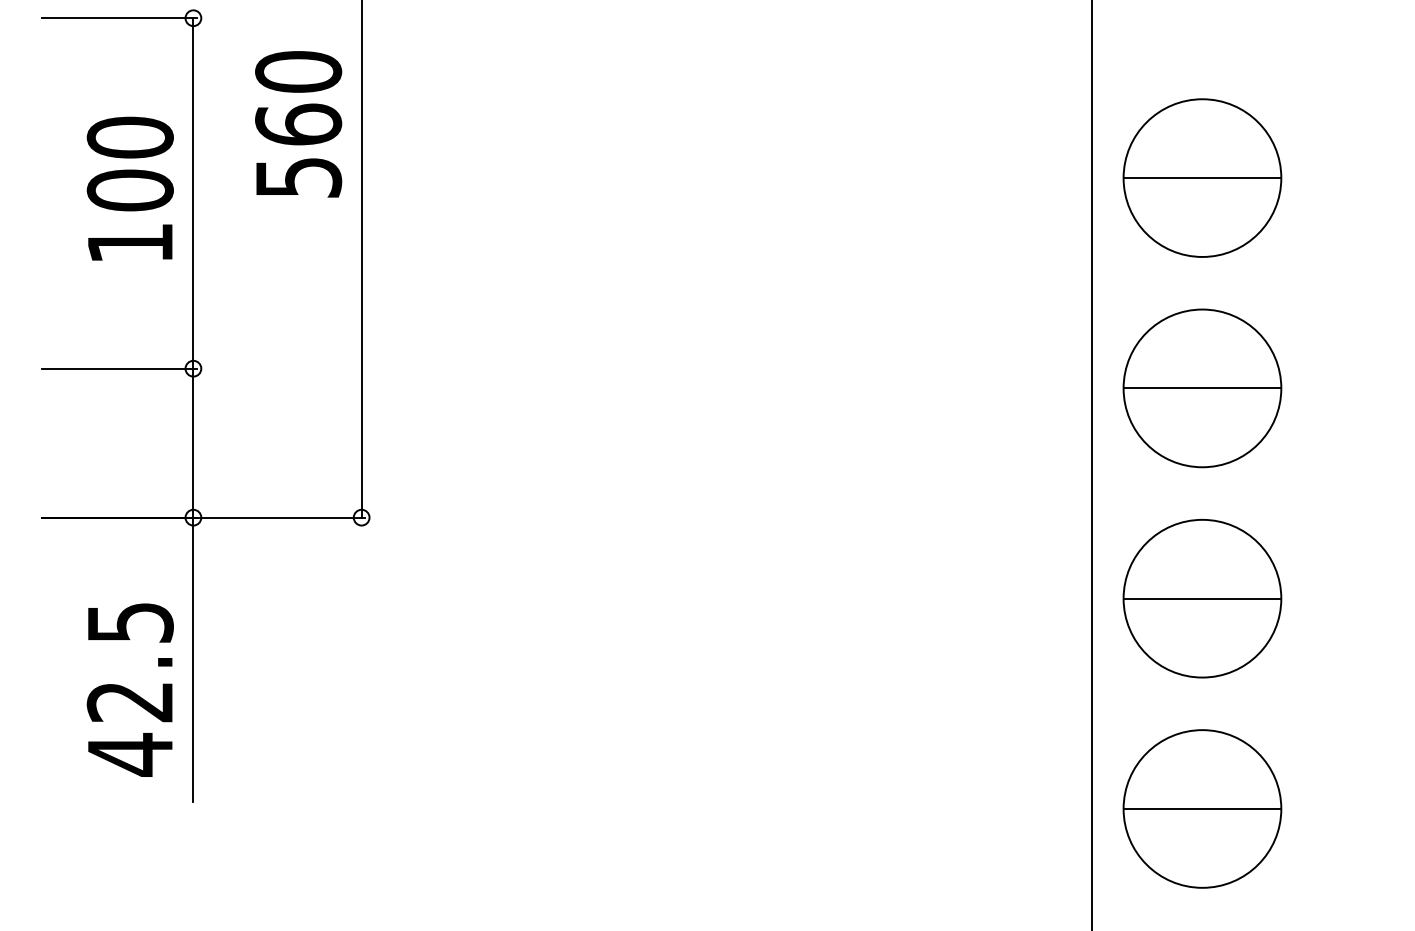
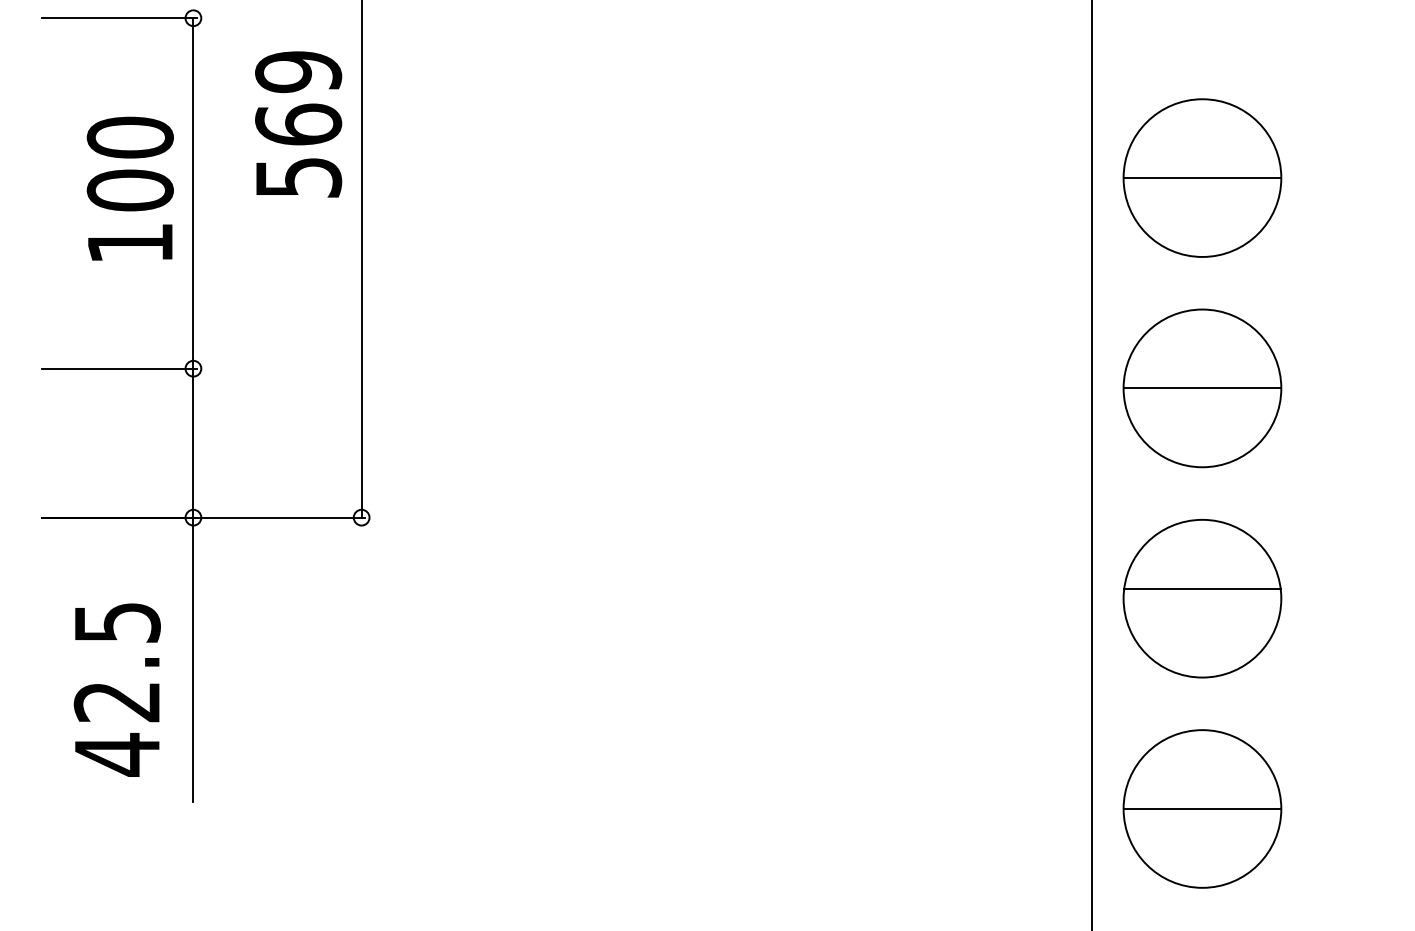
text at (298, 72): 560 -> 569
line at (1202, 598) position: (1202, 598) -> (1202, 588)
text at (129, 689) position: (129, 689) -> (116, 689)
